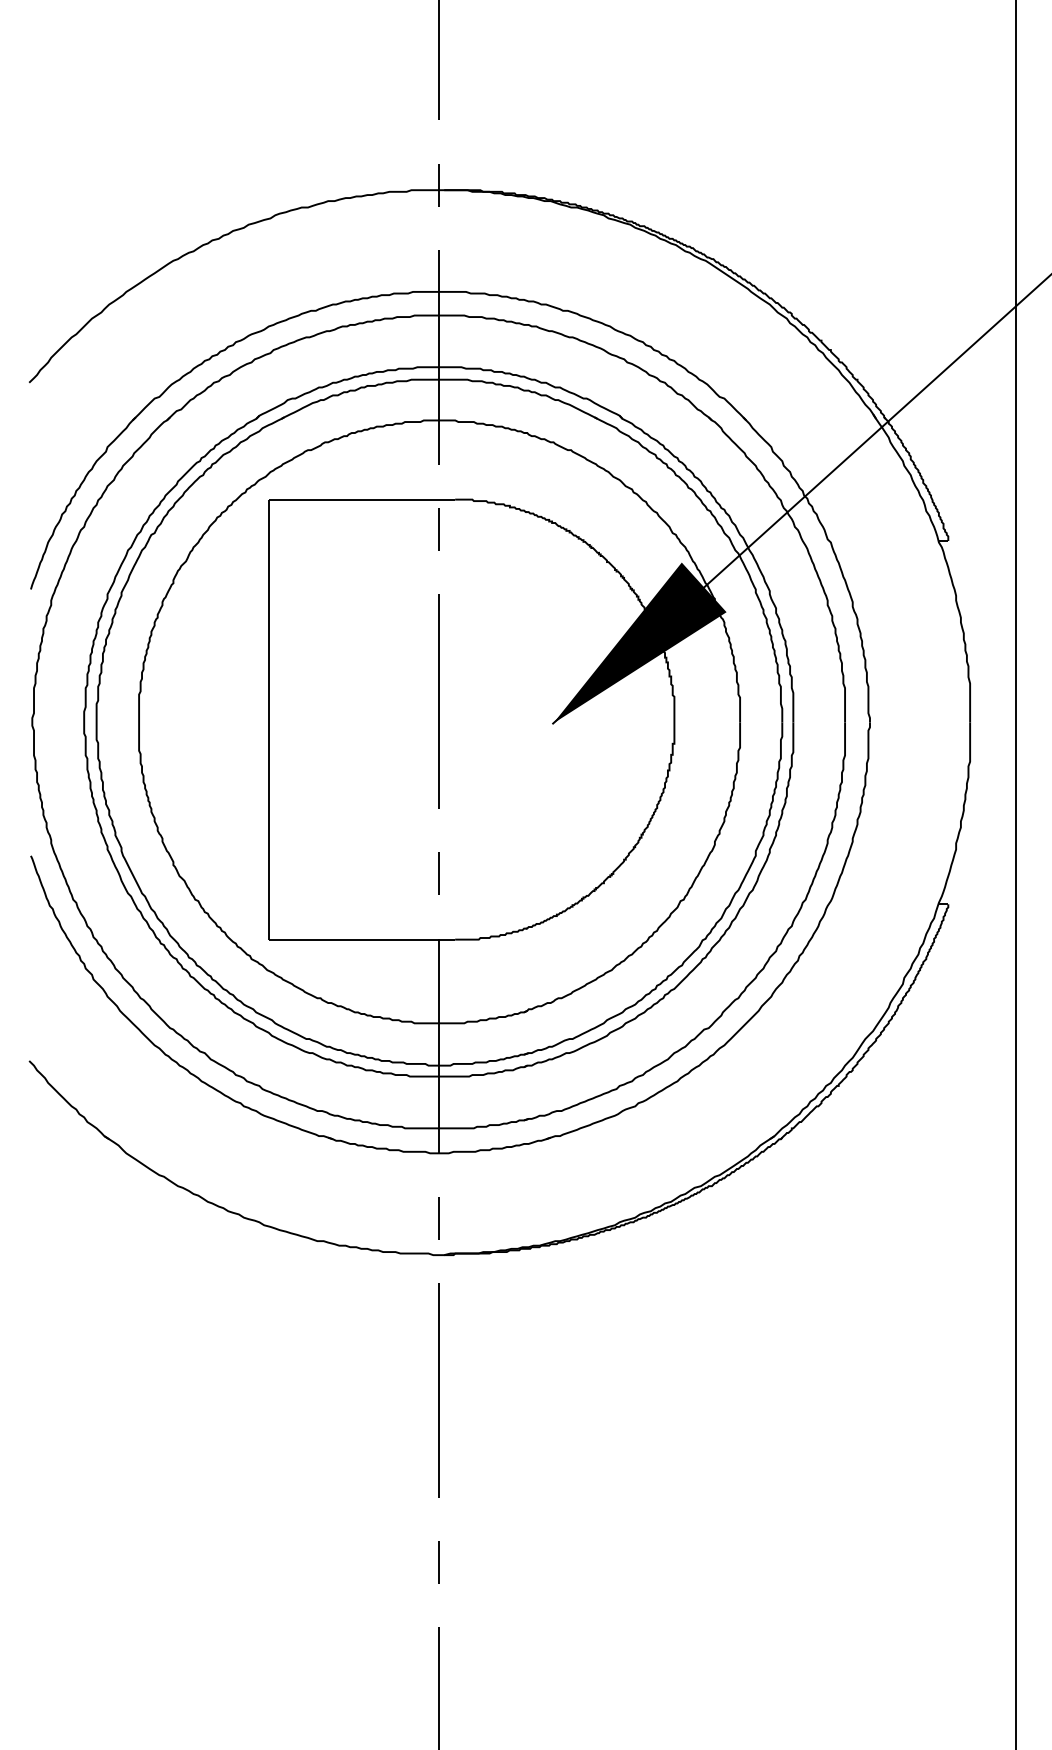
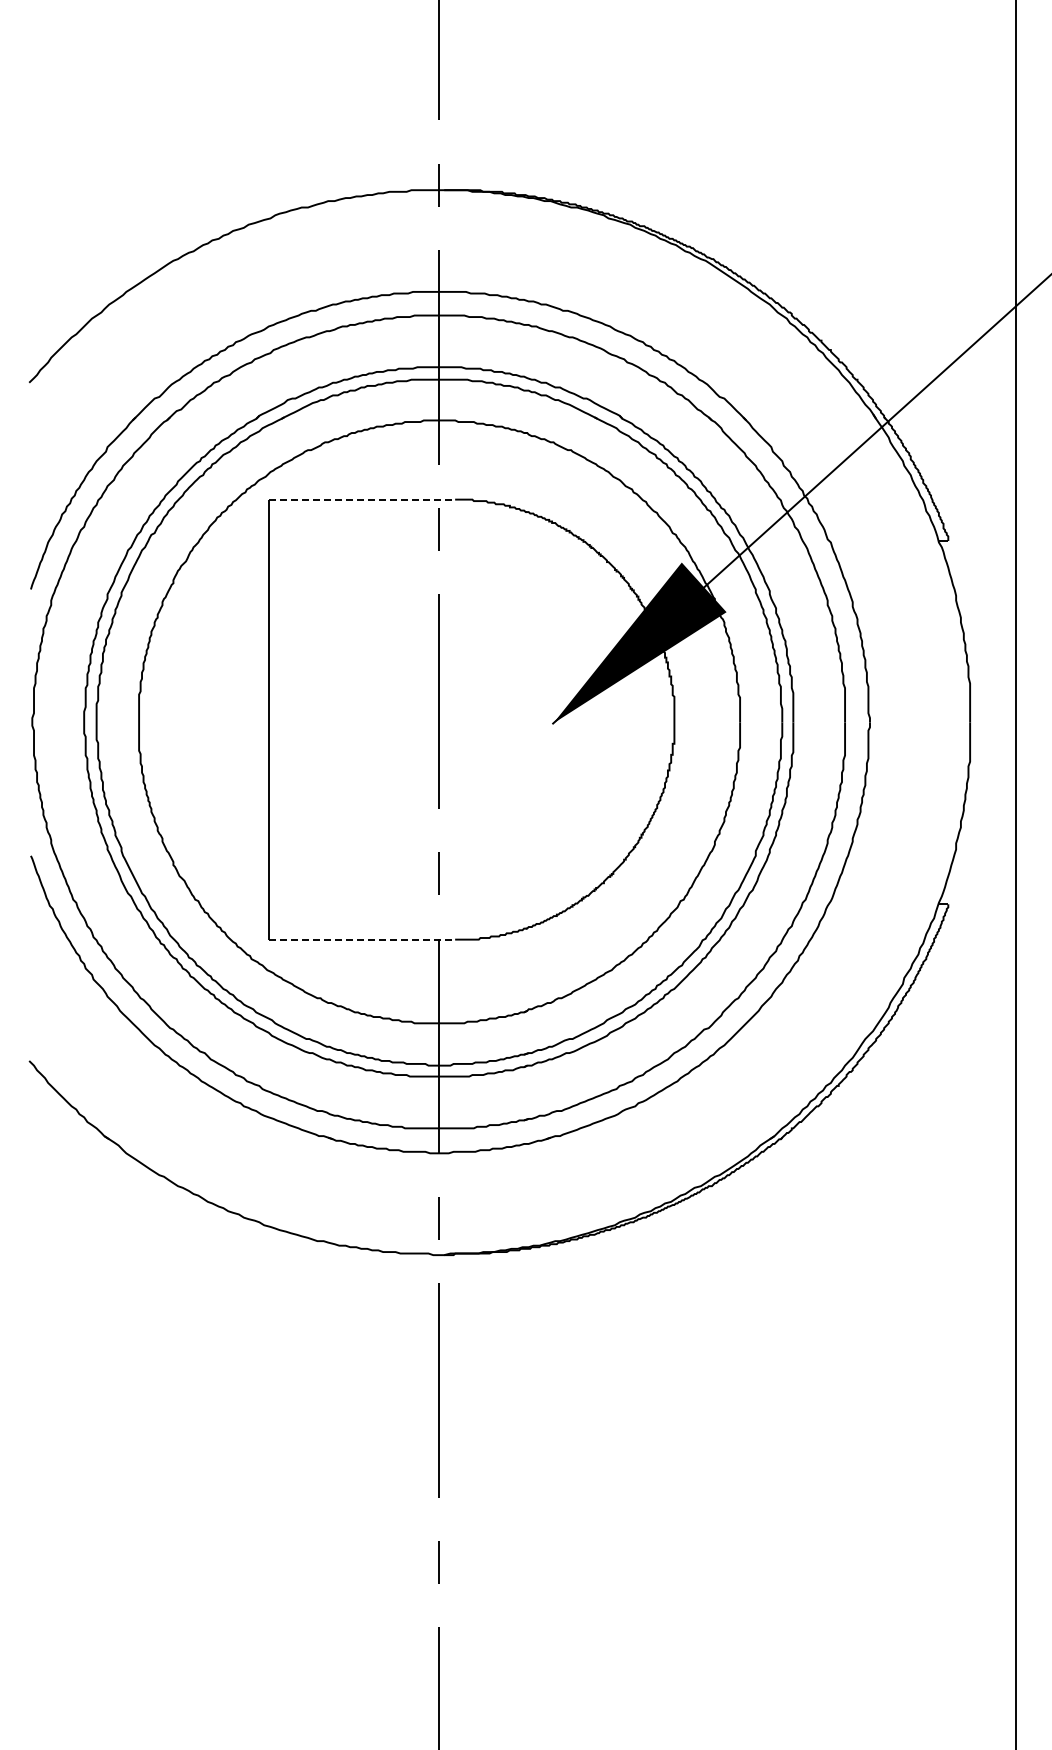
line at (362, 499): solid -> dashed
line at (362, 939): solid -> dashed
